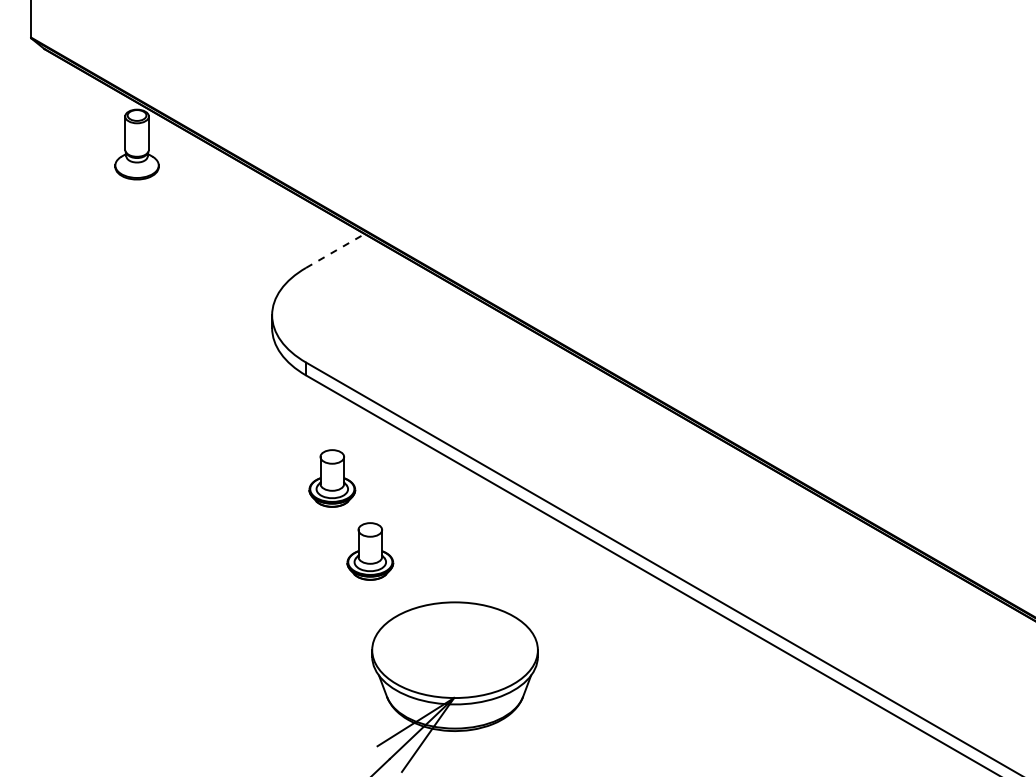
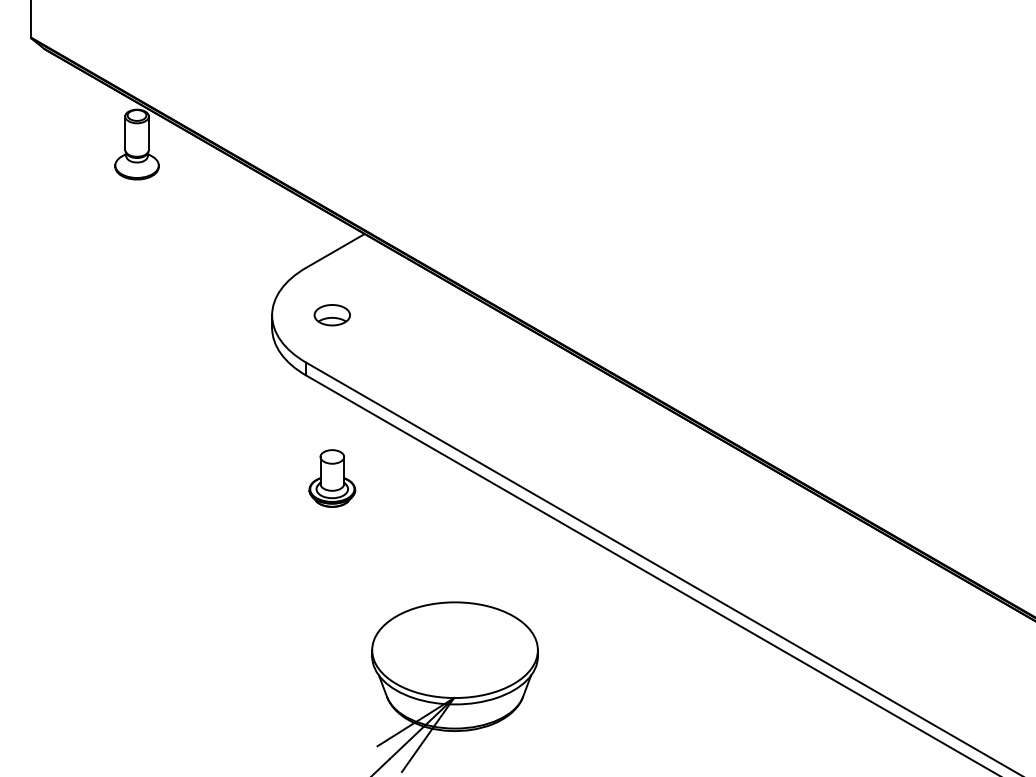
line at (335, 250): dashed -> solid
part at (331, 315): none -> present
part at (370, 551): present -> none
